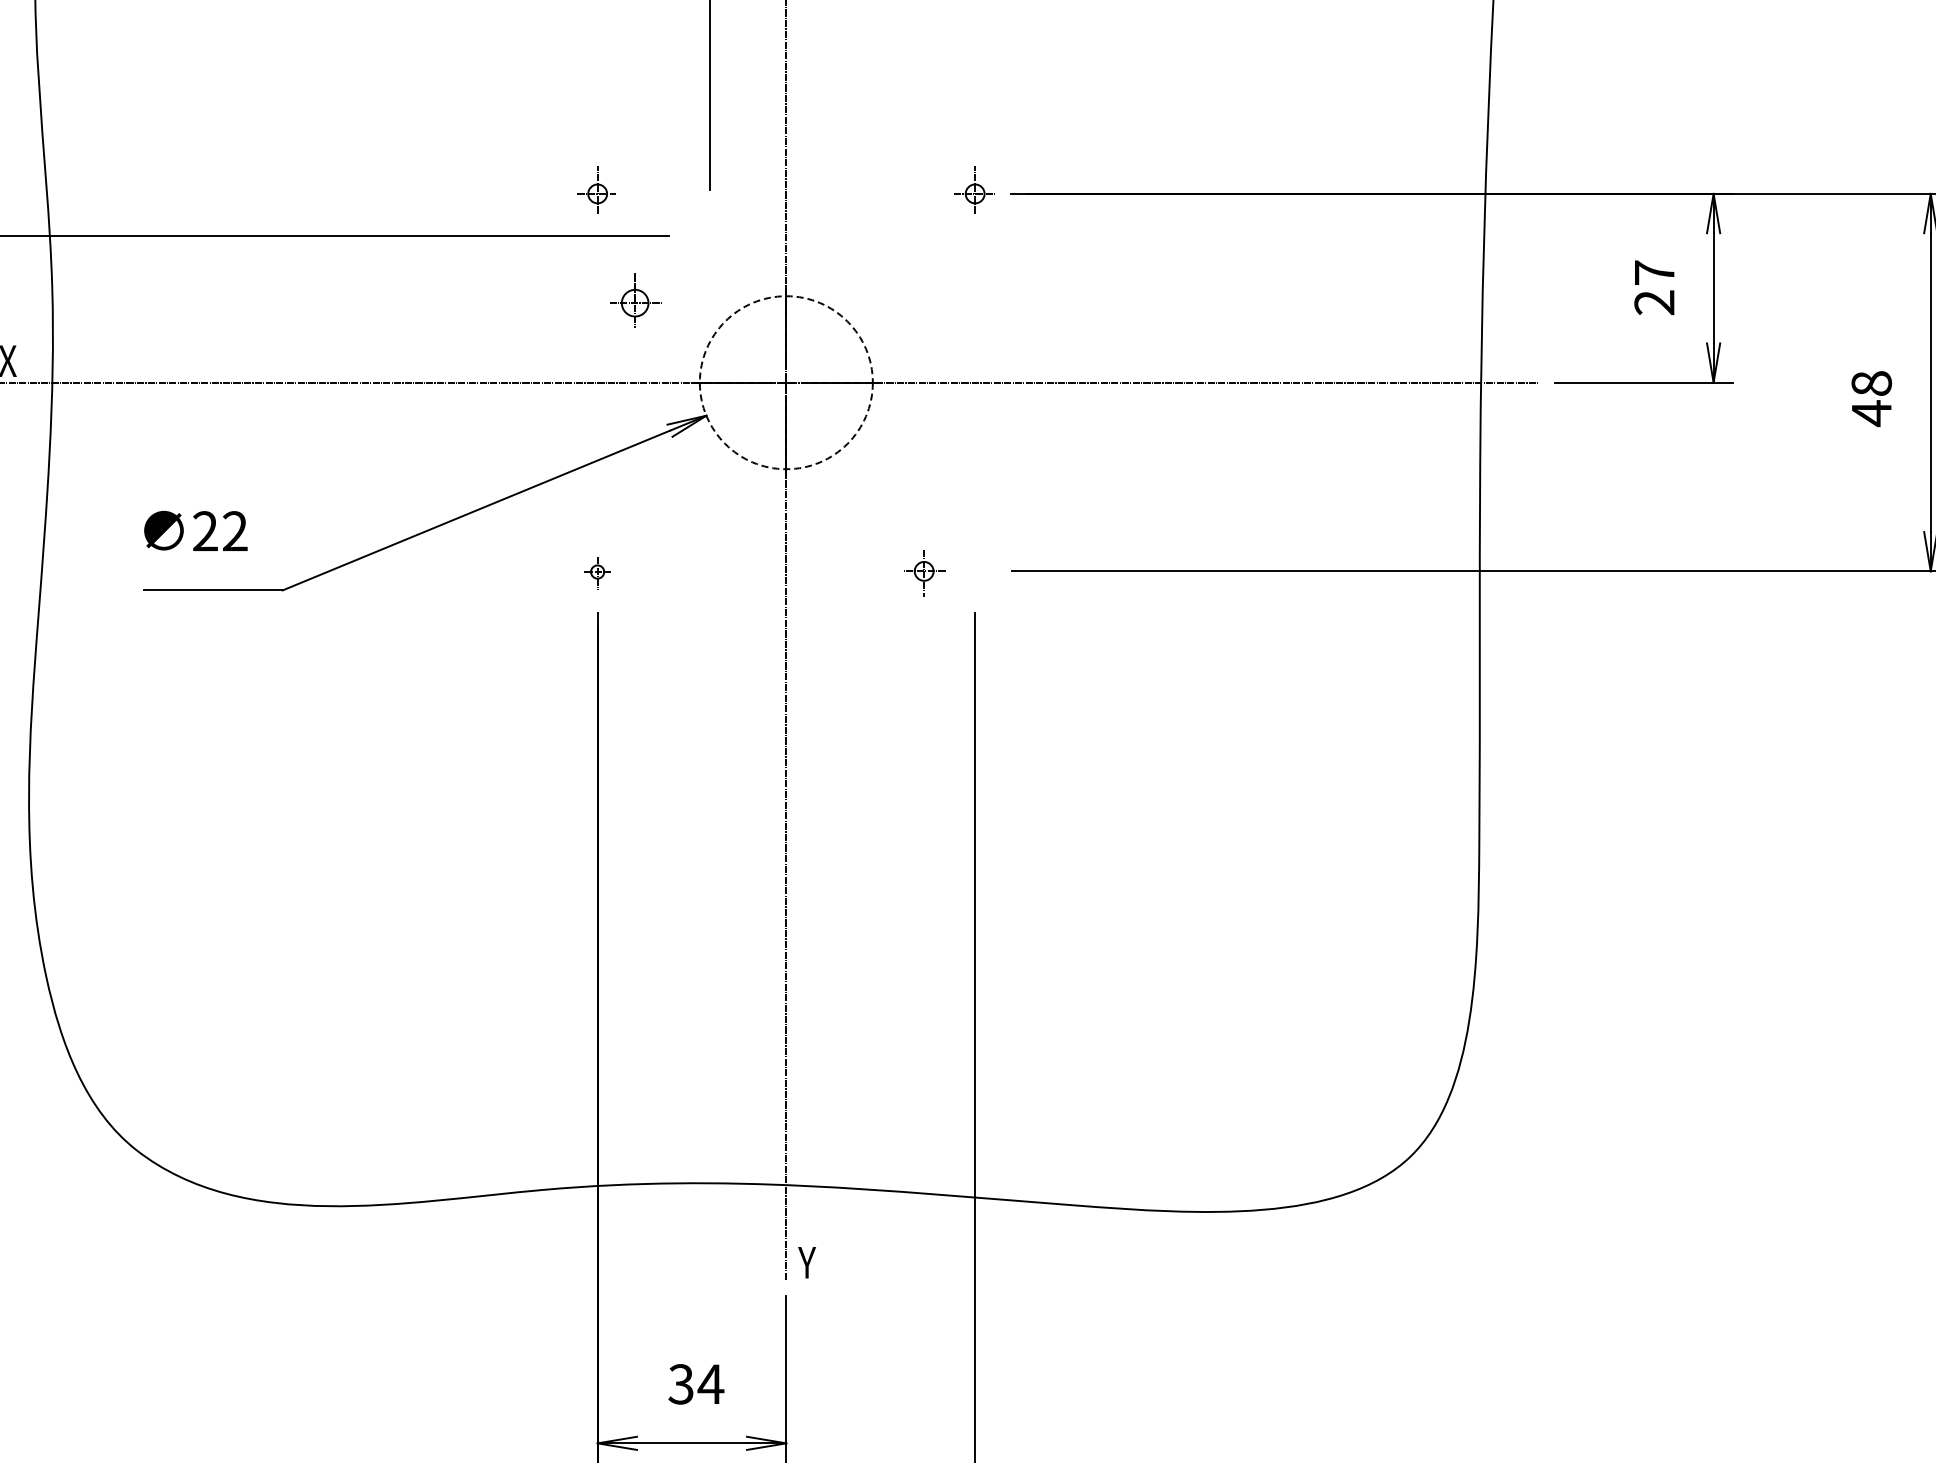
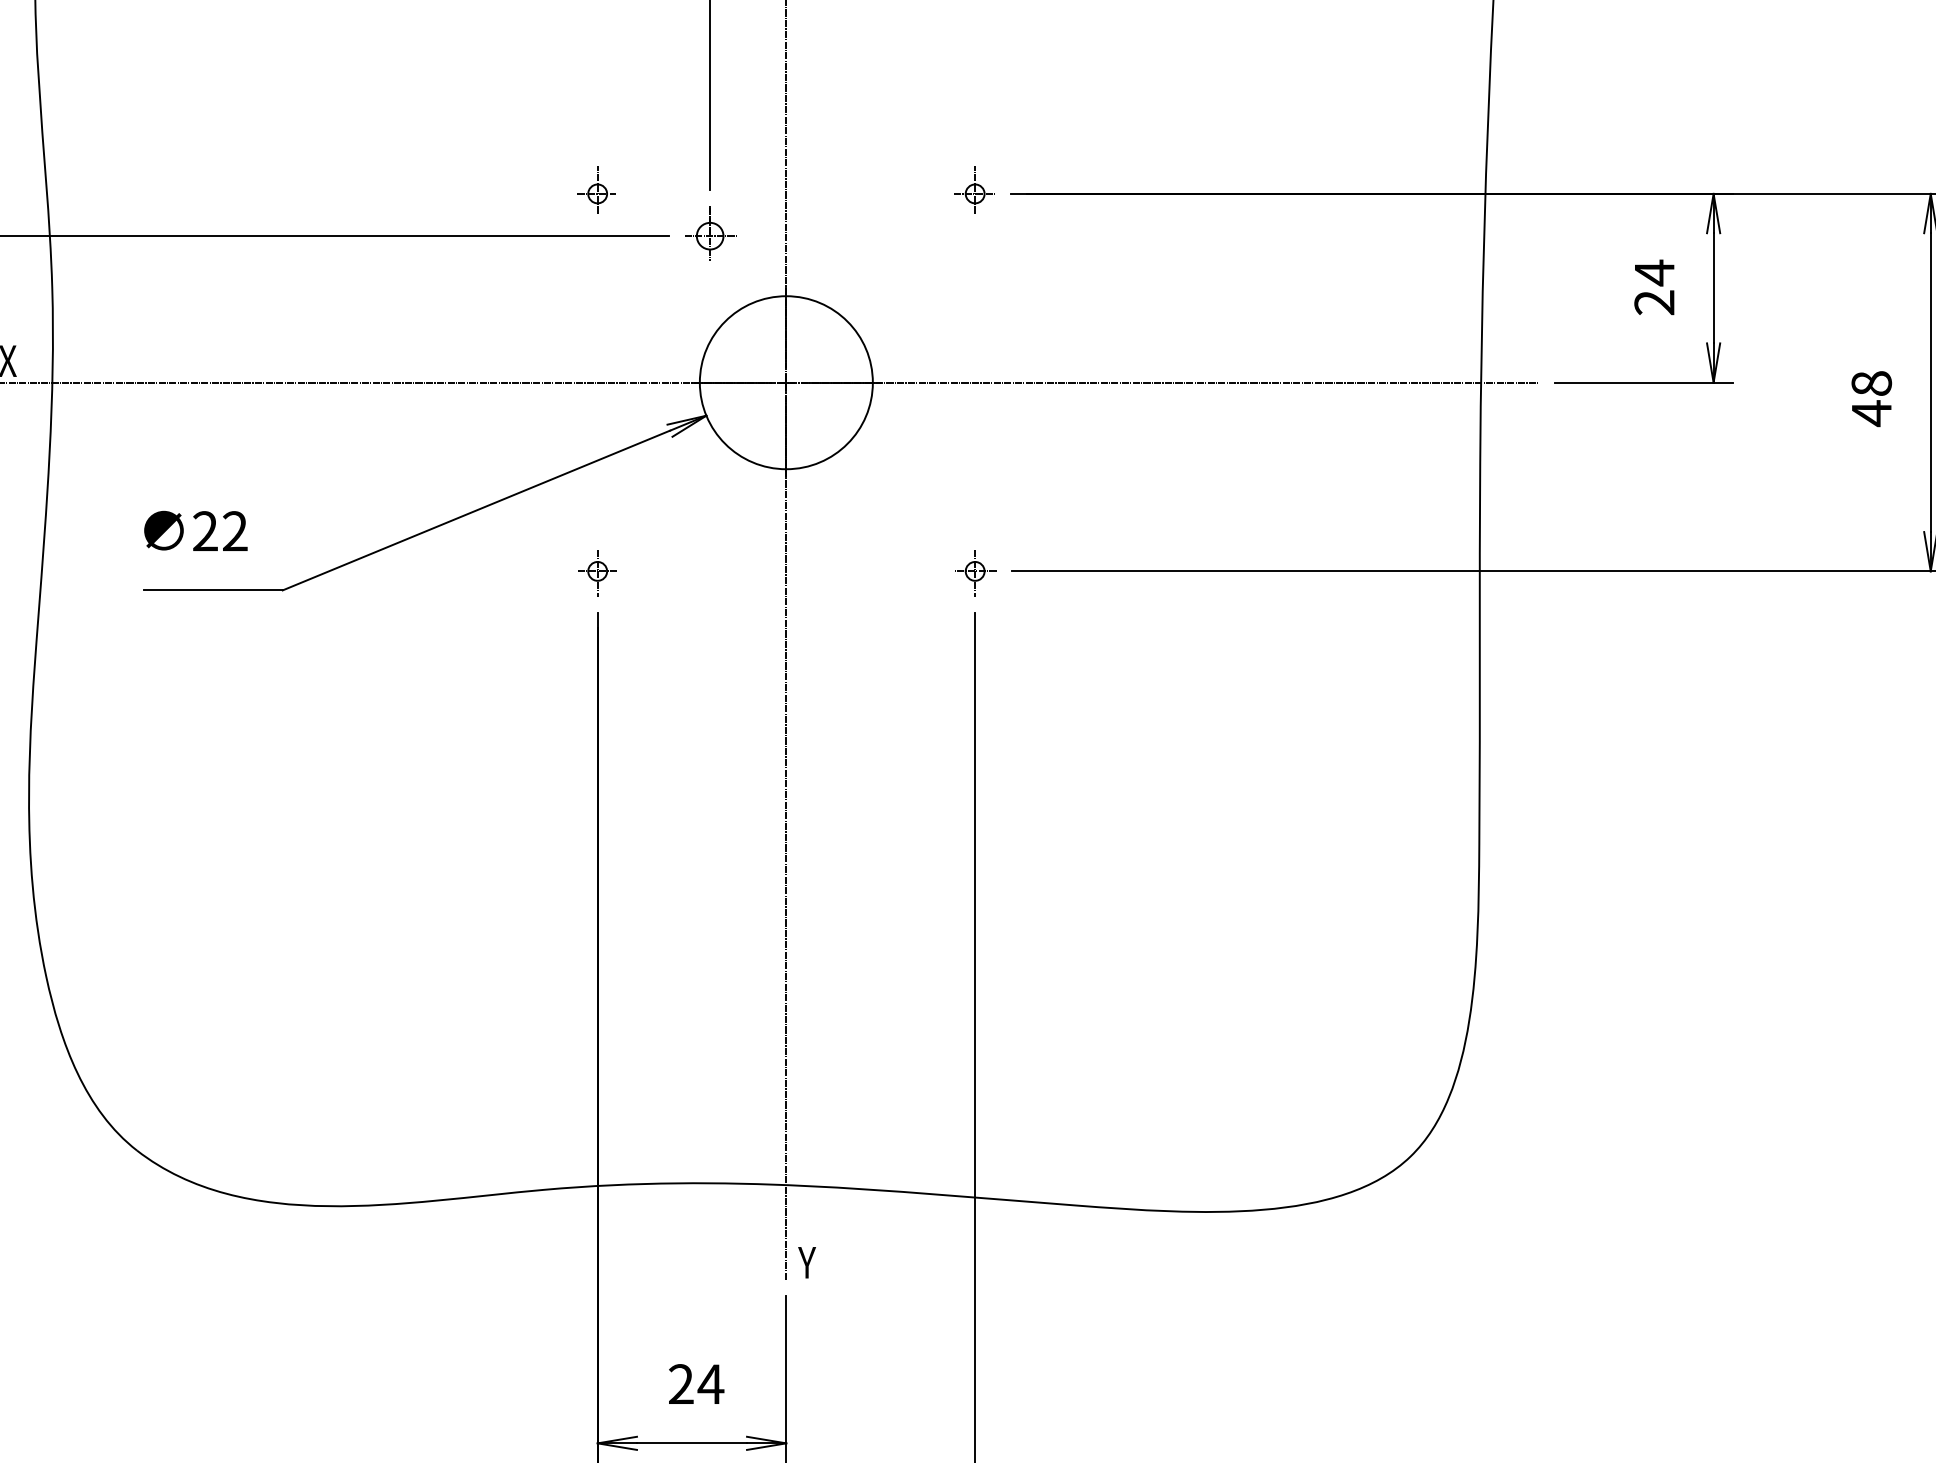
text at (1654, 272): 27 -> 24
part at (635, 300) position: (635, 300) -> (710, 233)
circle at (785, 382): dashed -> solid
part at (597, 573) size: 27x33 px -> 39x47 px
part at (924, 573) position: (924, 573) -> (975, 573)
text at (680, 1384): 34 -> 24
